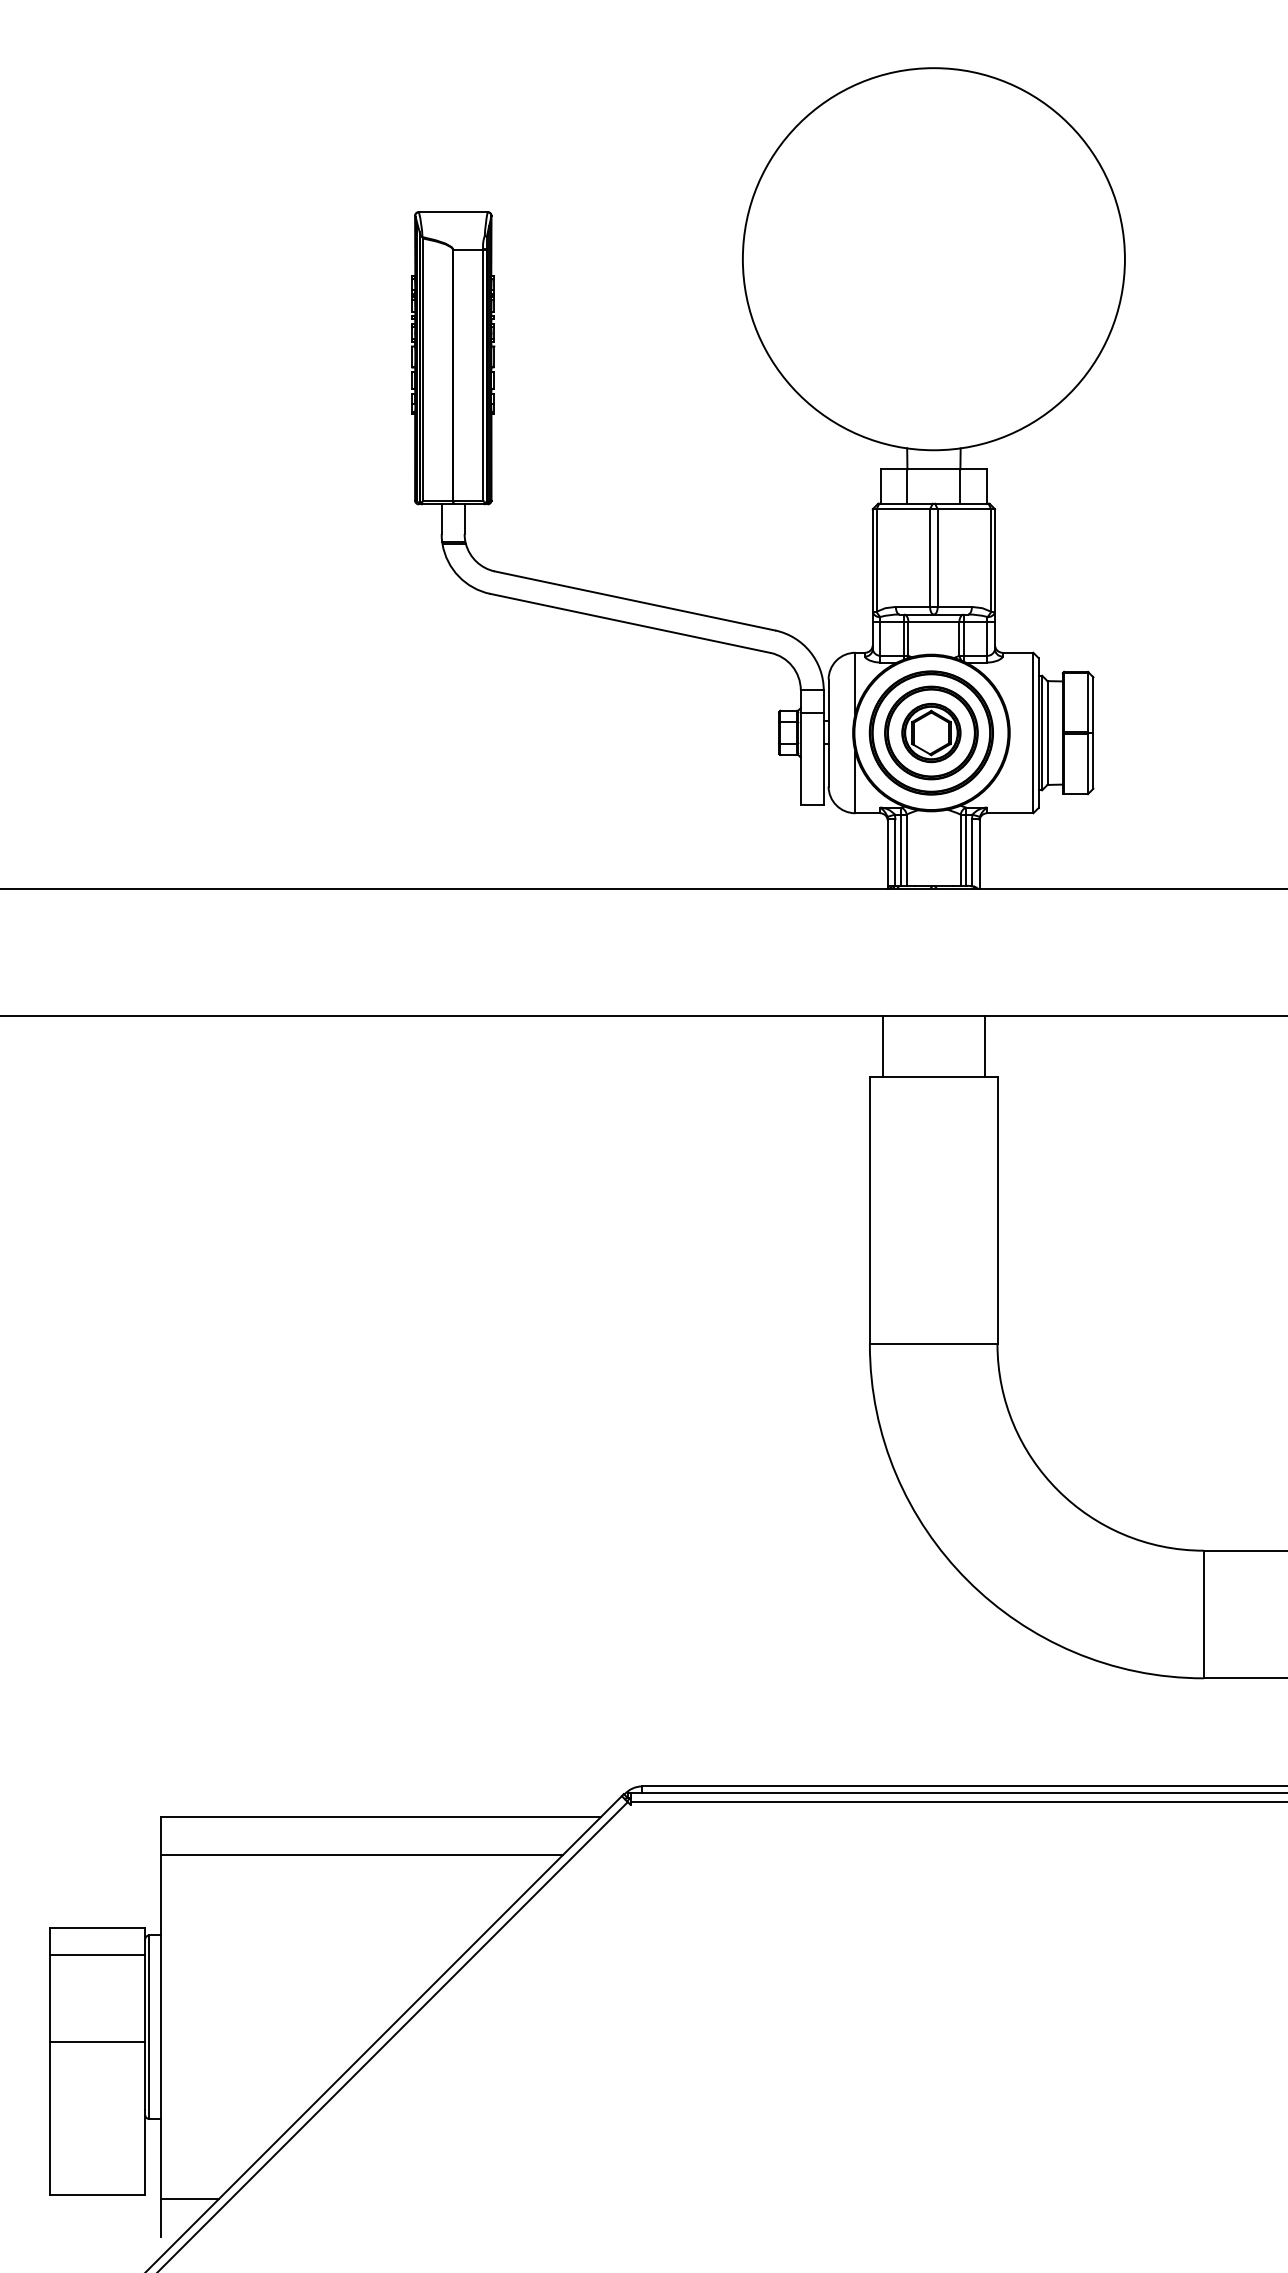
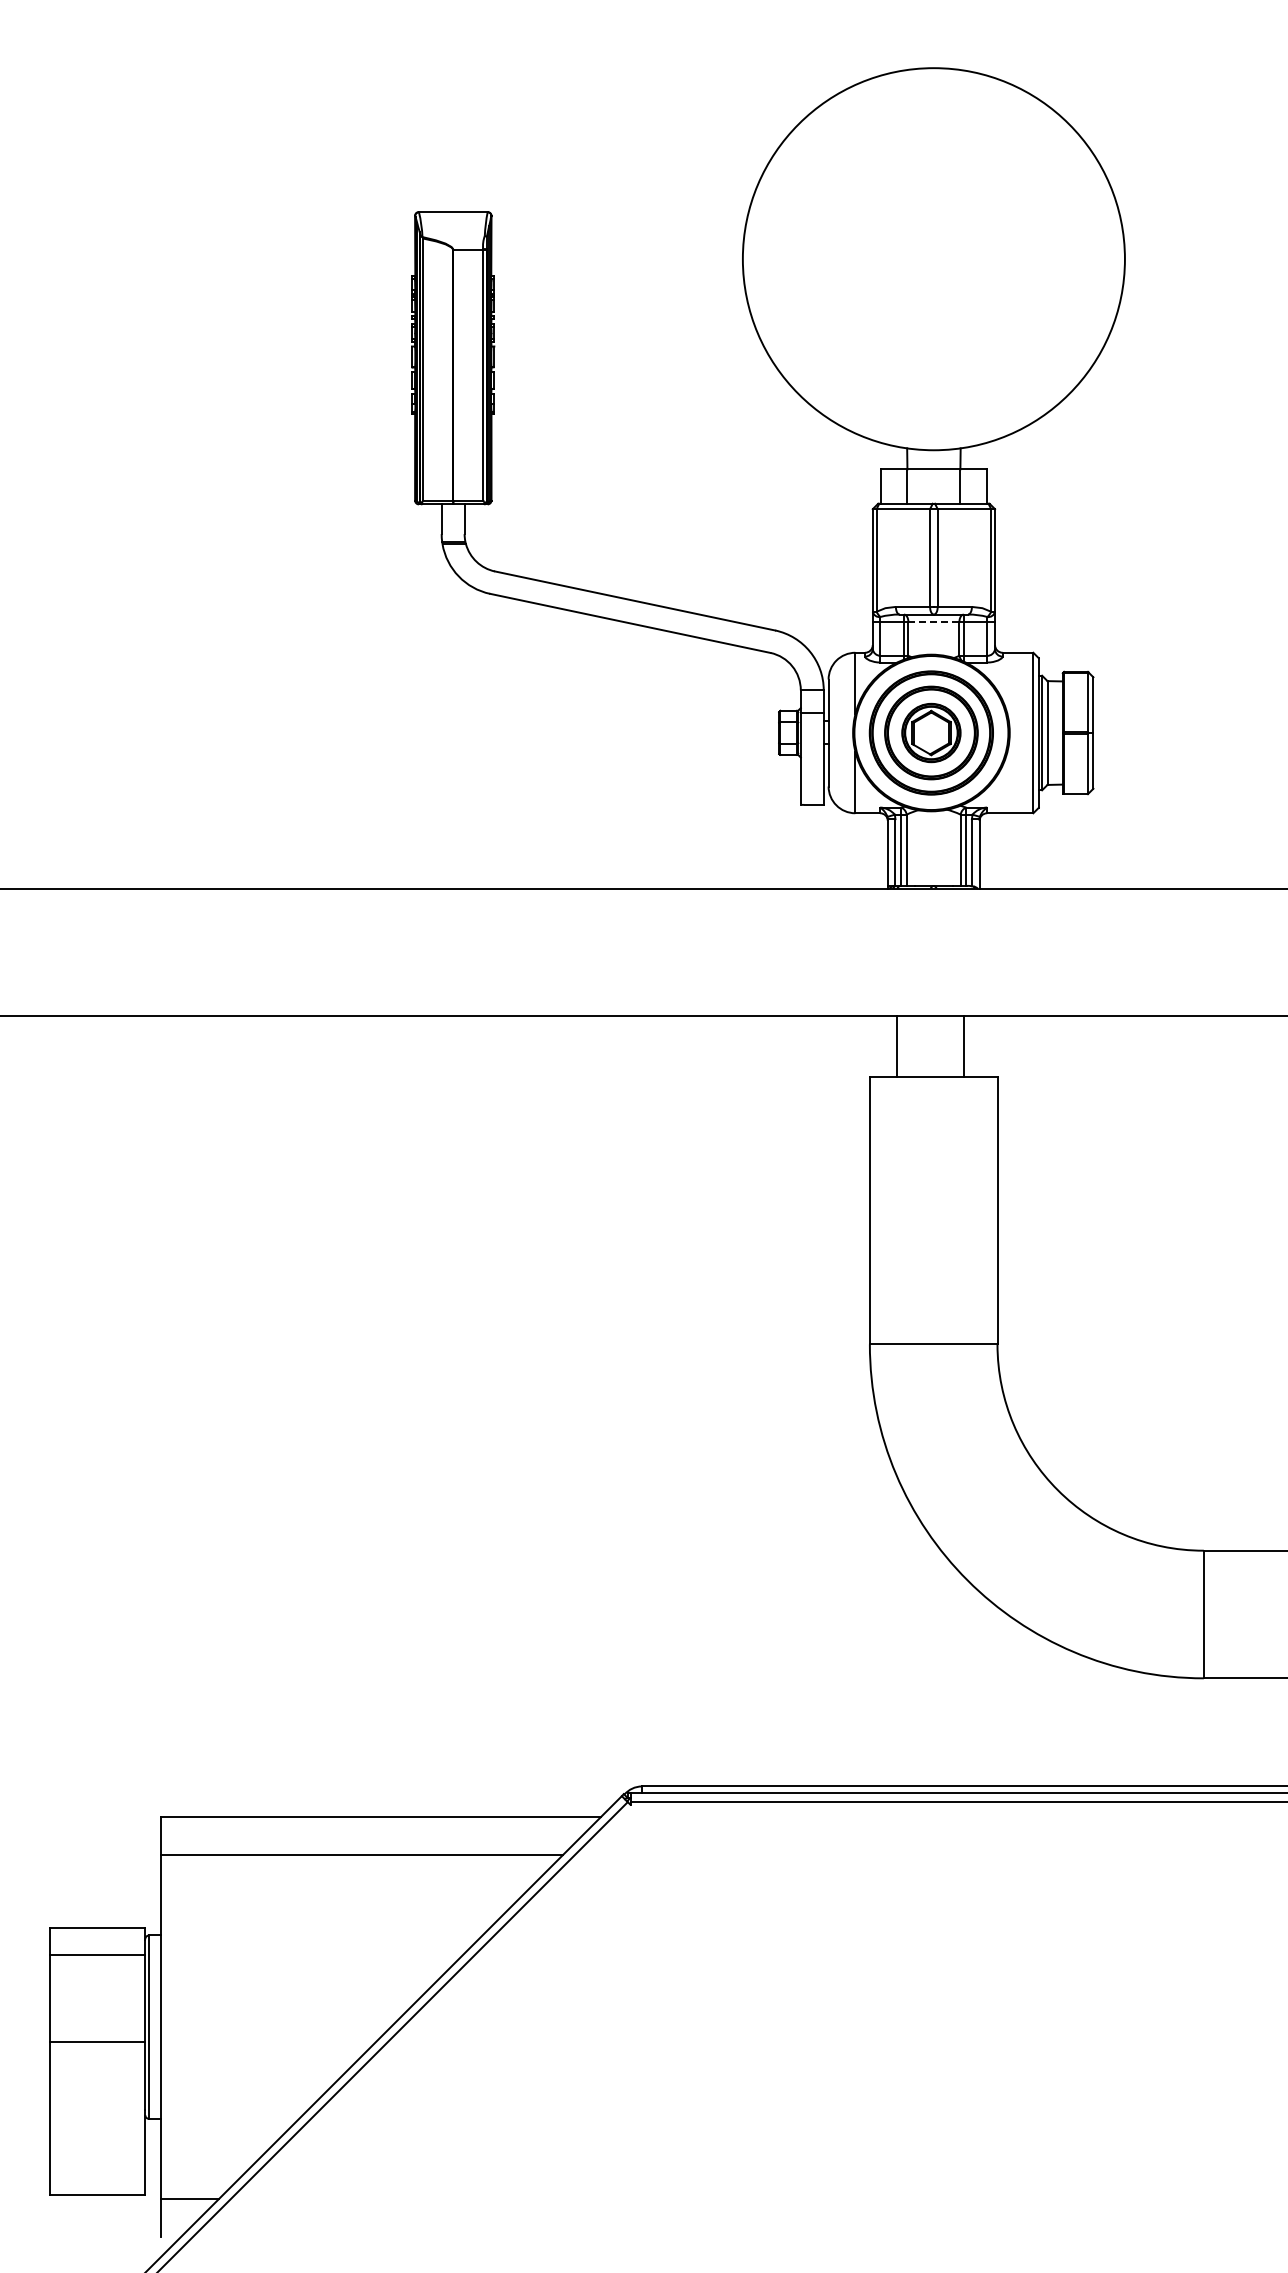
line at (933, 622): solid -> dashed
line at (882, 1046) position: (882, 1046) -> (896, 1046)
line at (984, 1046) position: (984, 1046) -> (963, 1046)
